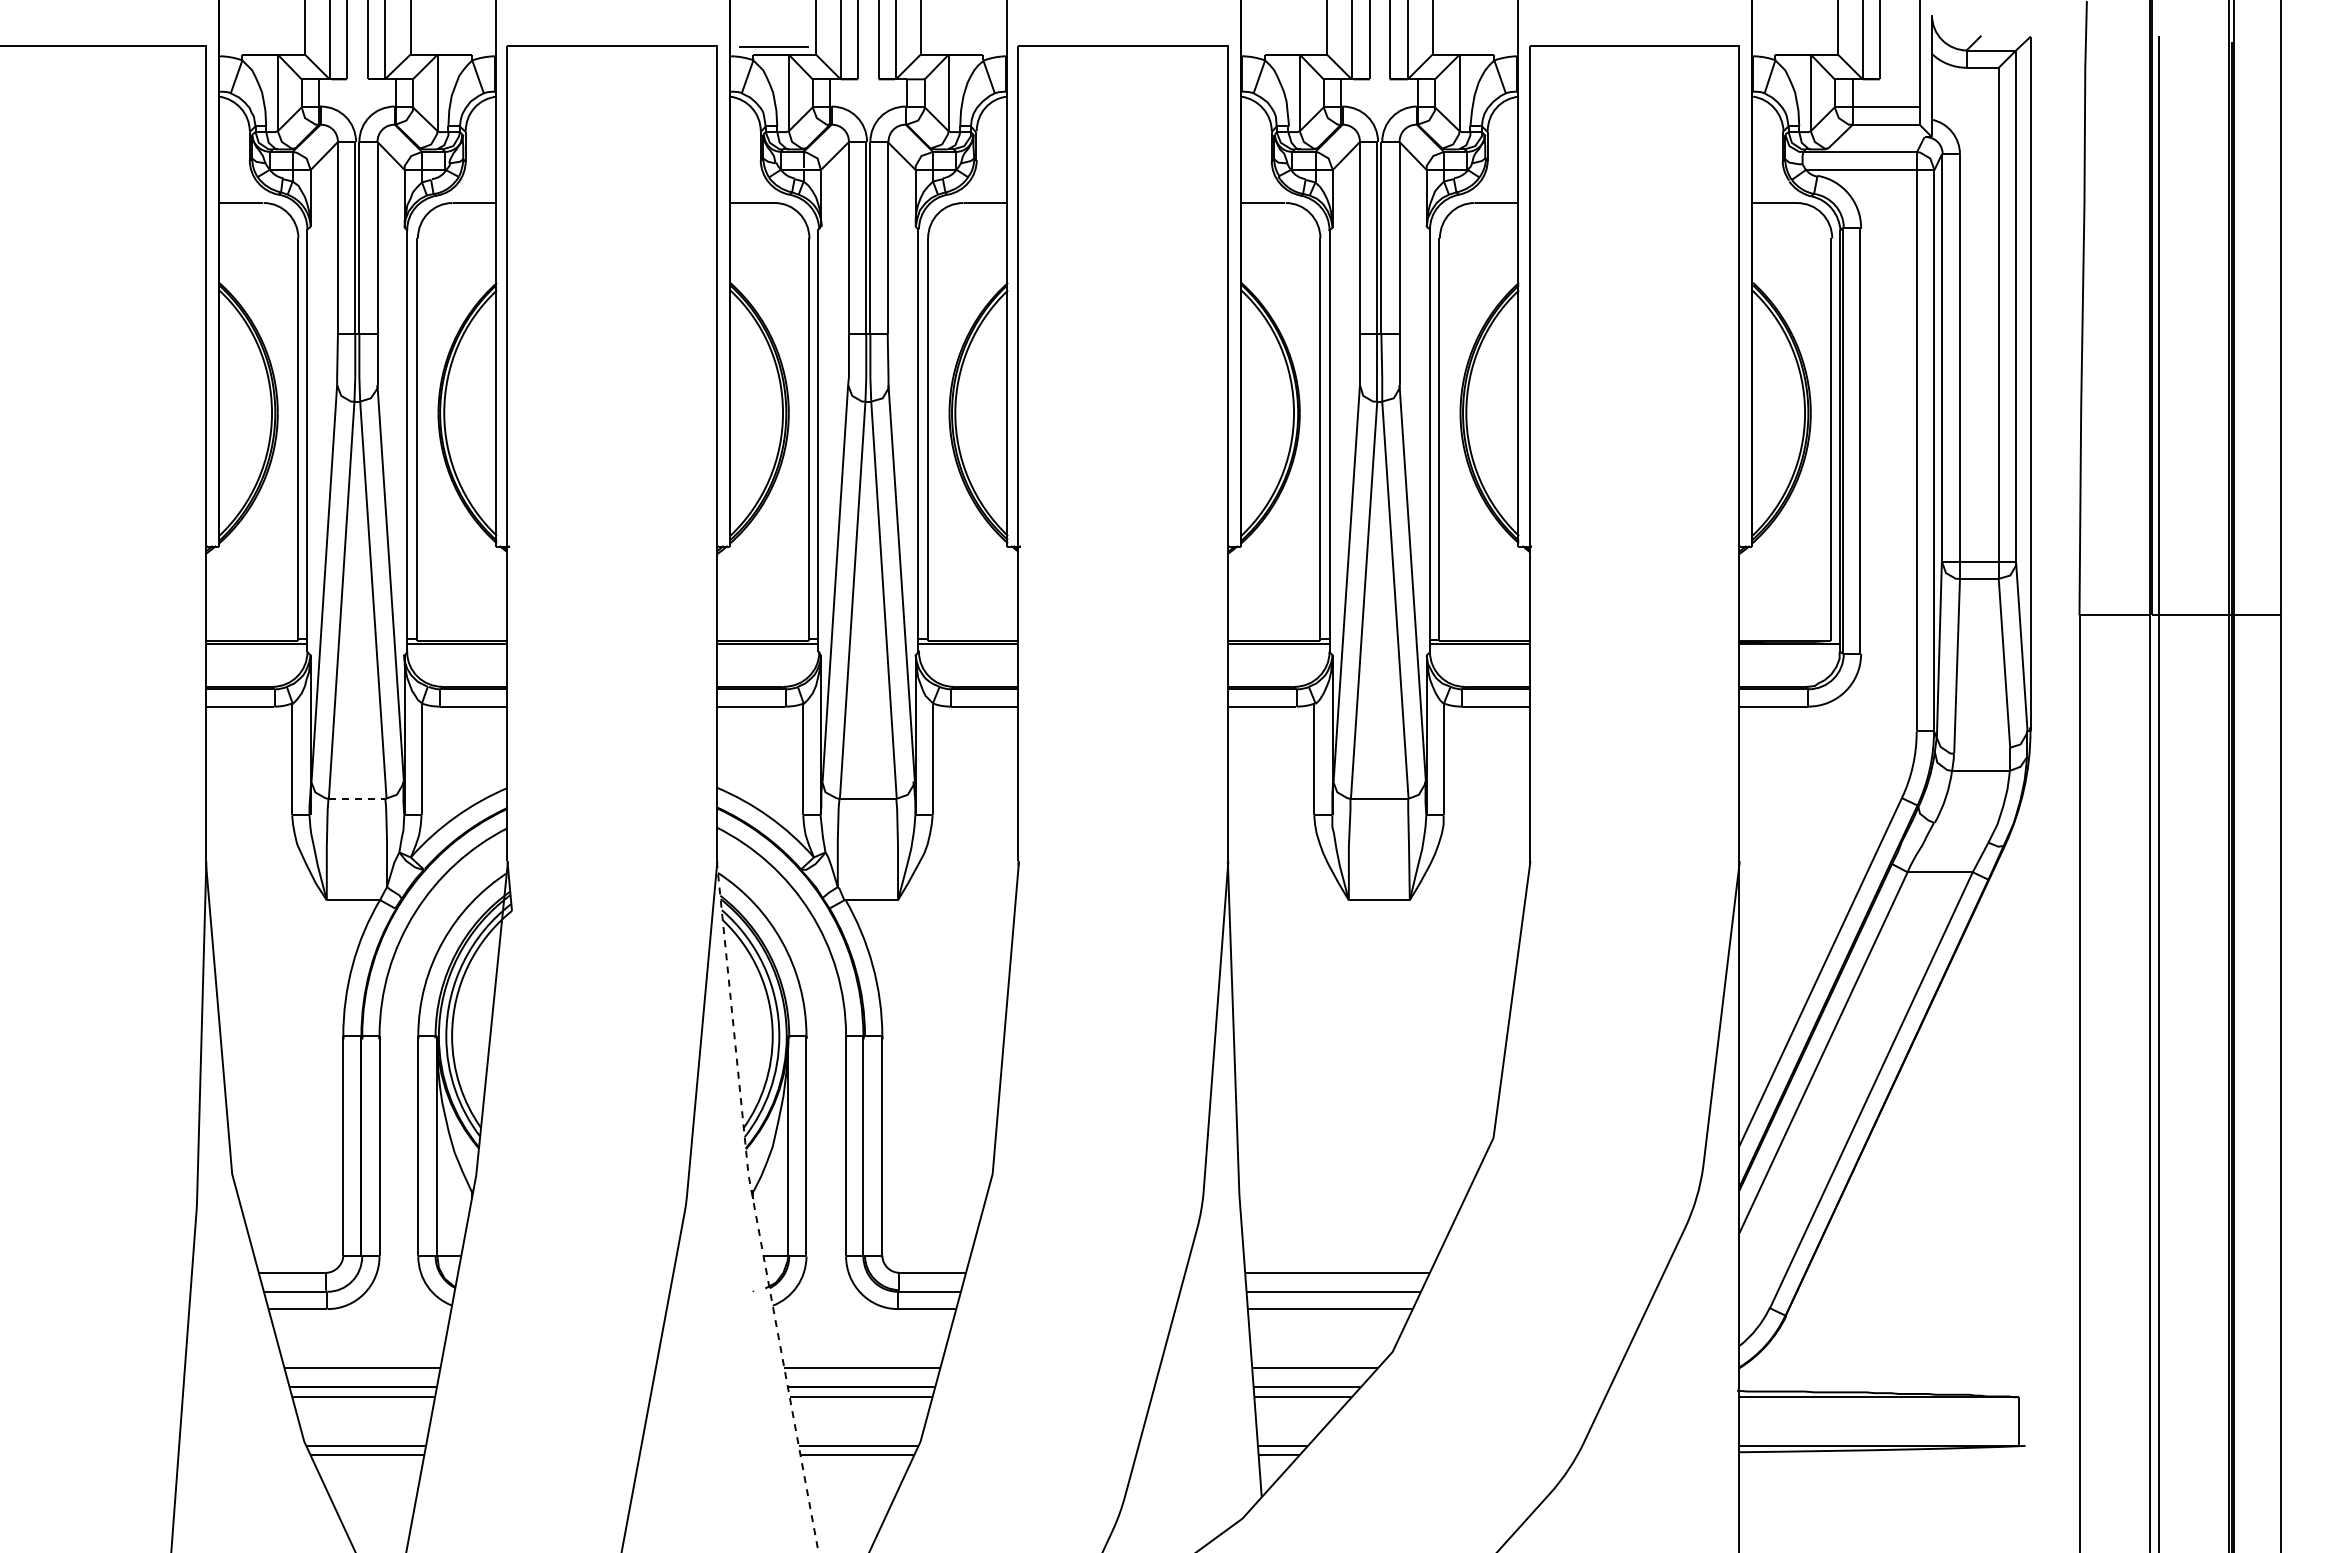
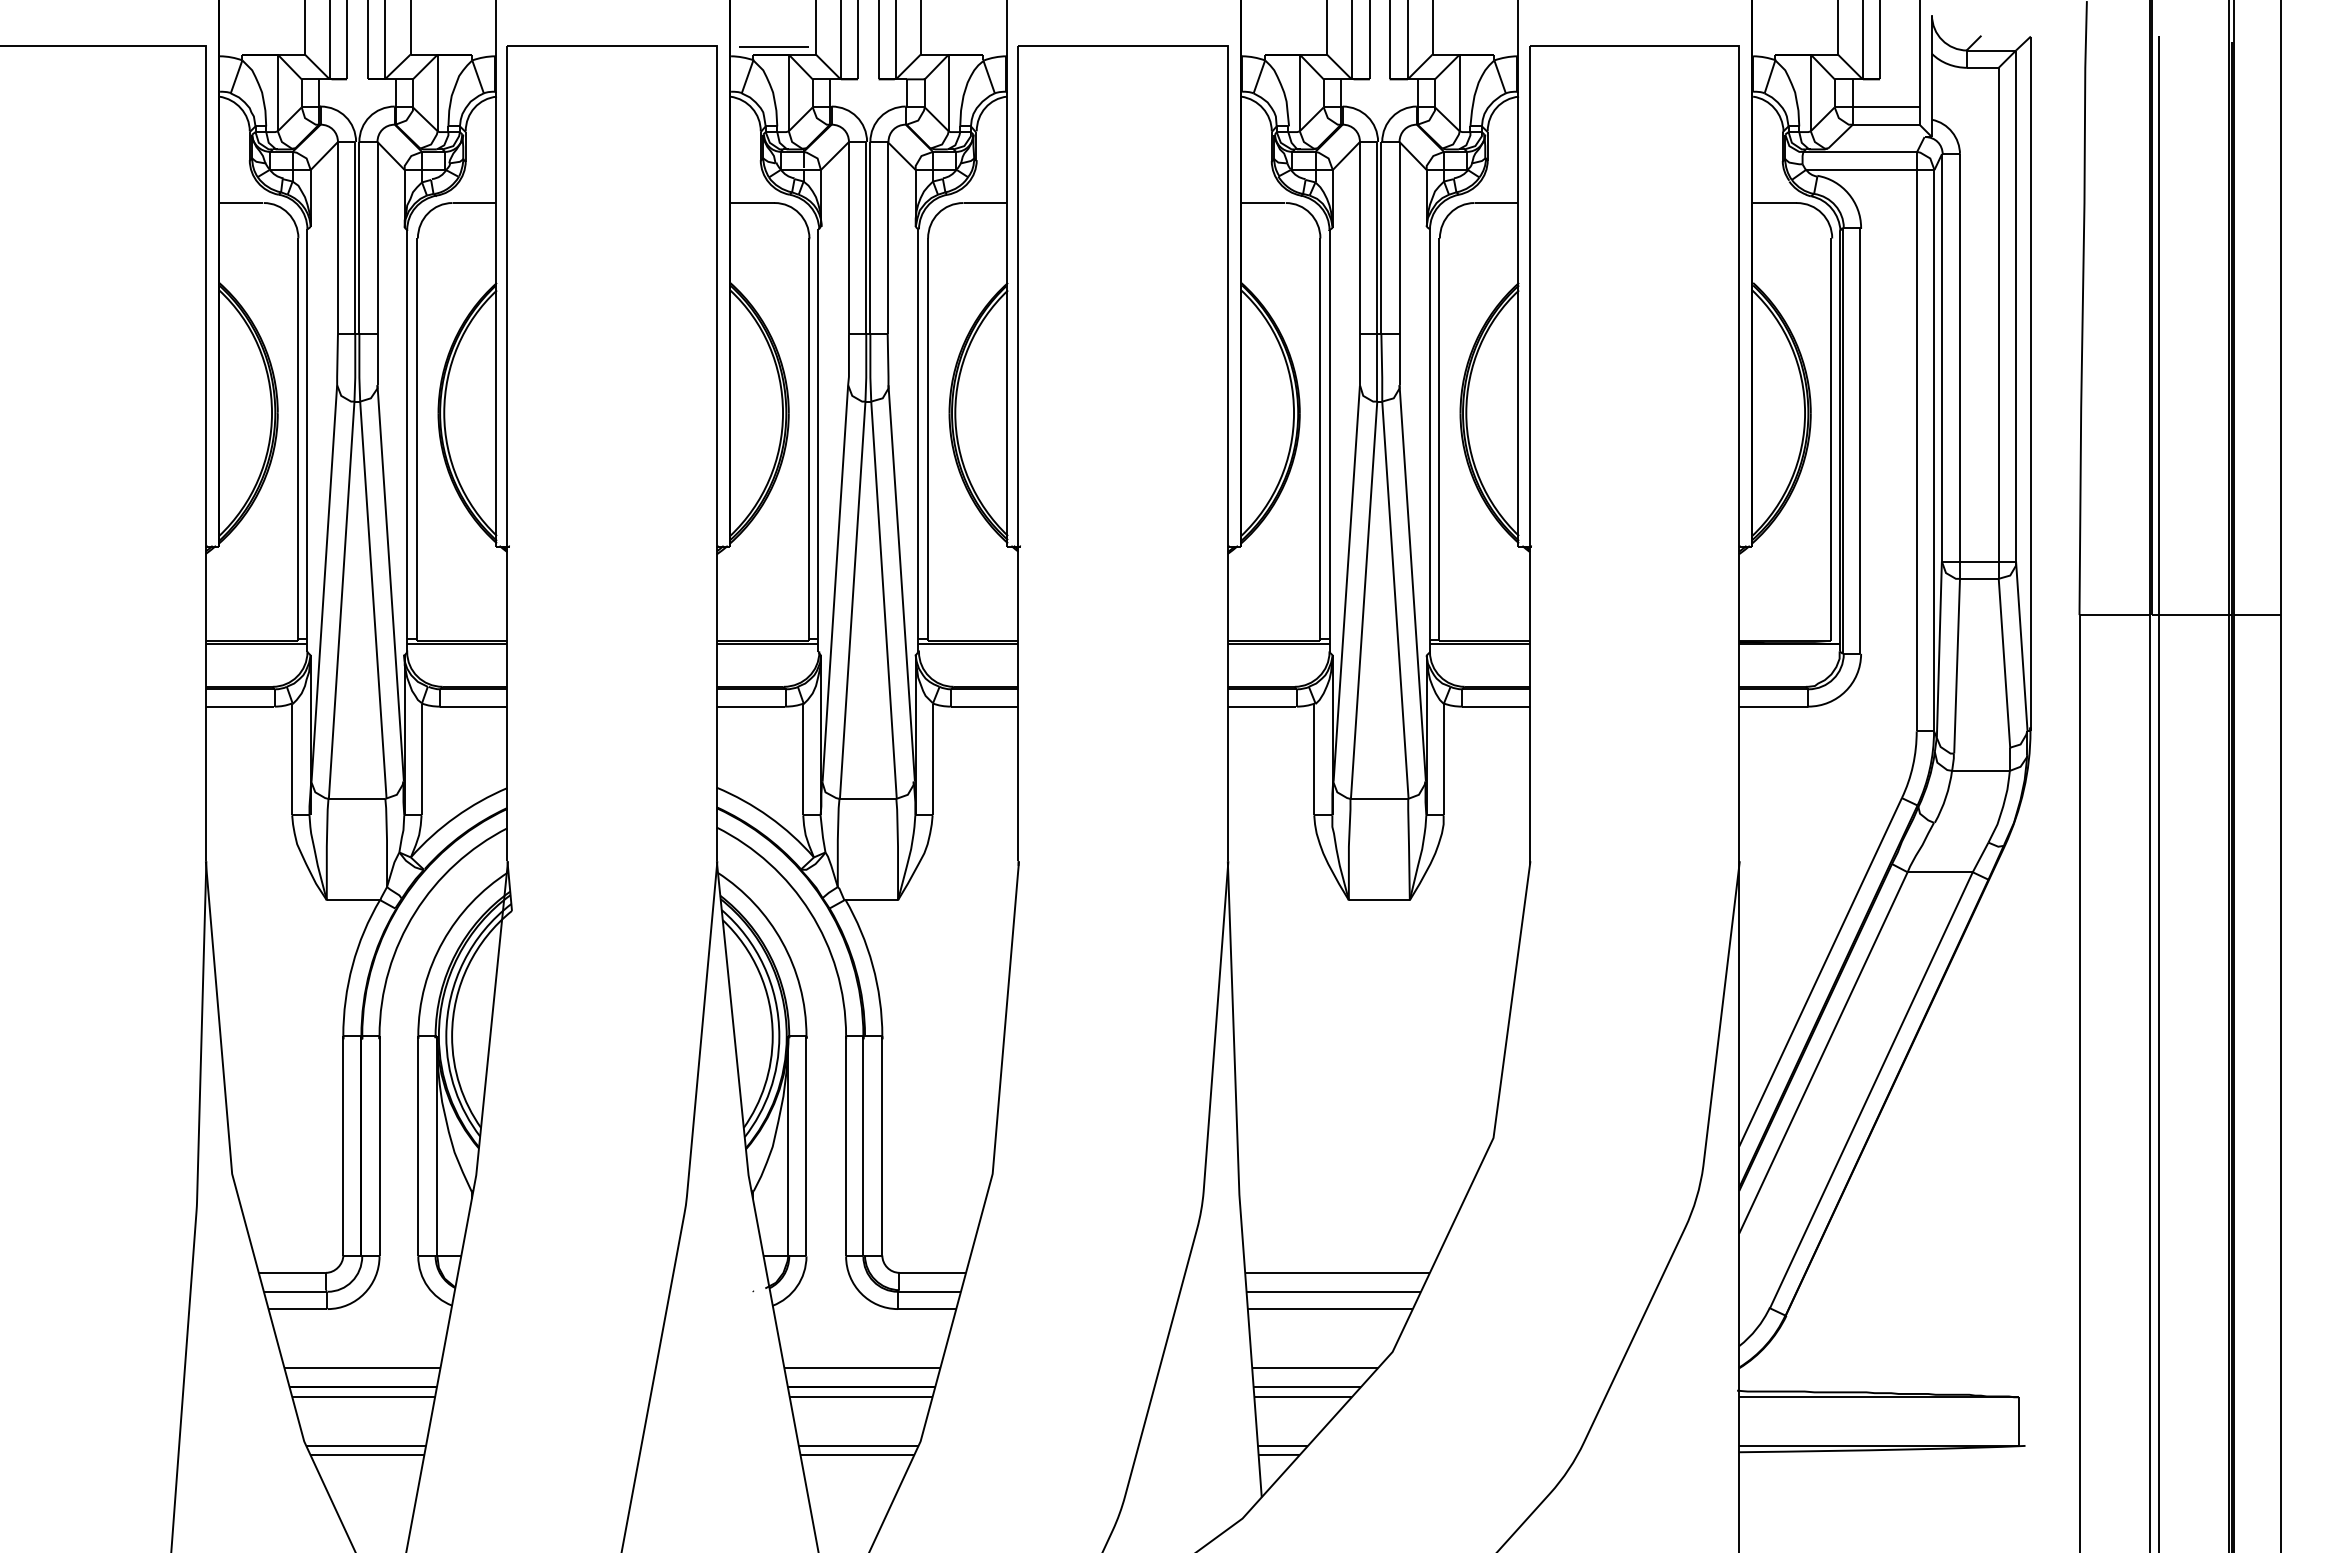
line at (357, 798): dashed -> solid
line at (754, 1208): dashed -> solid
